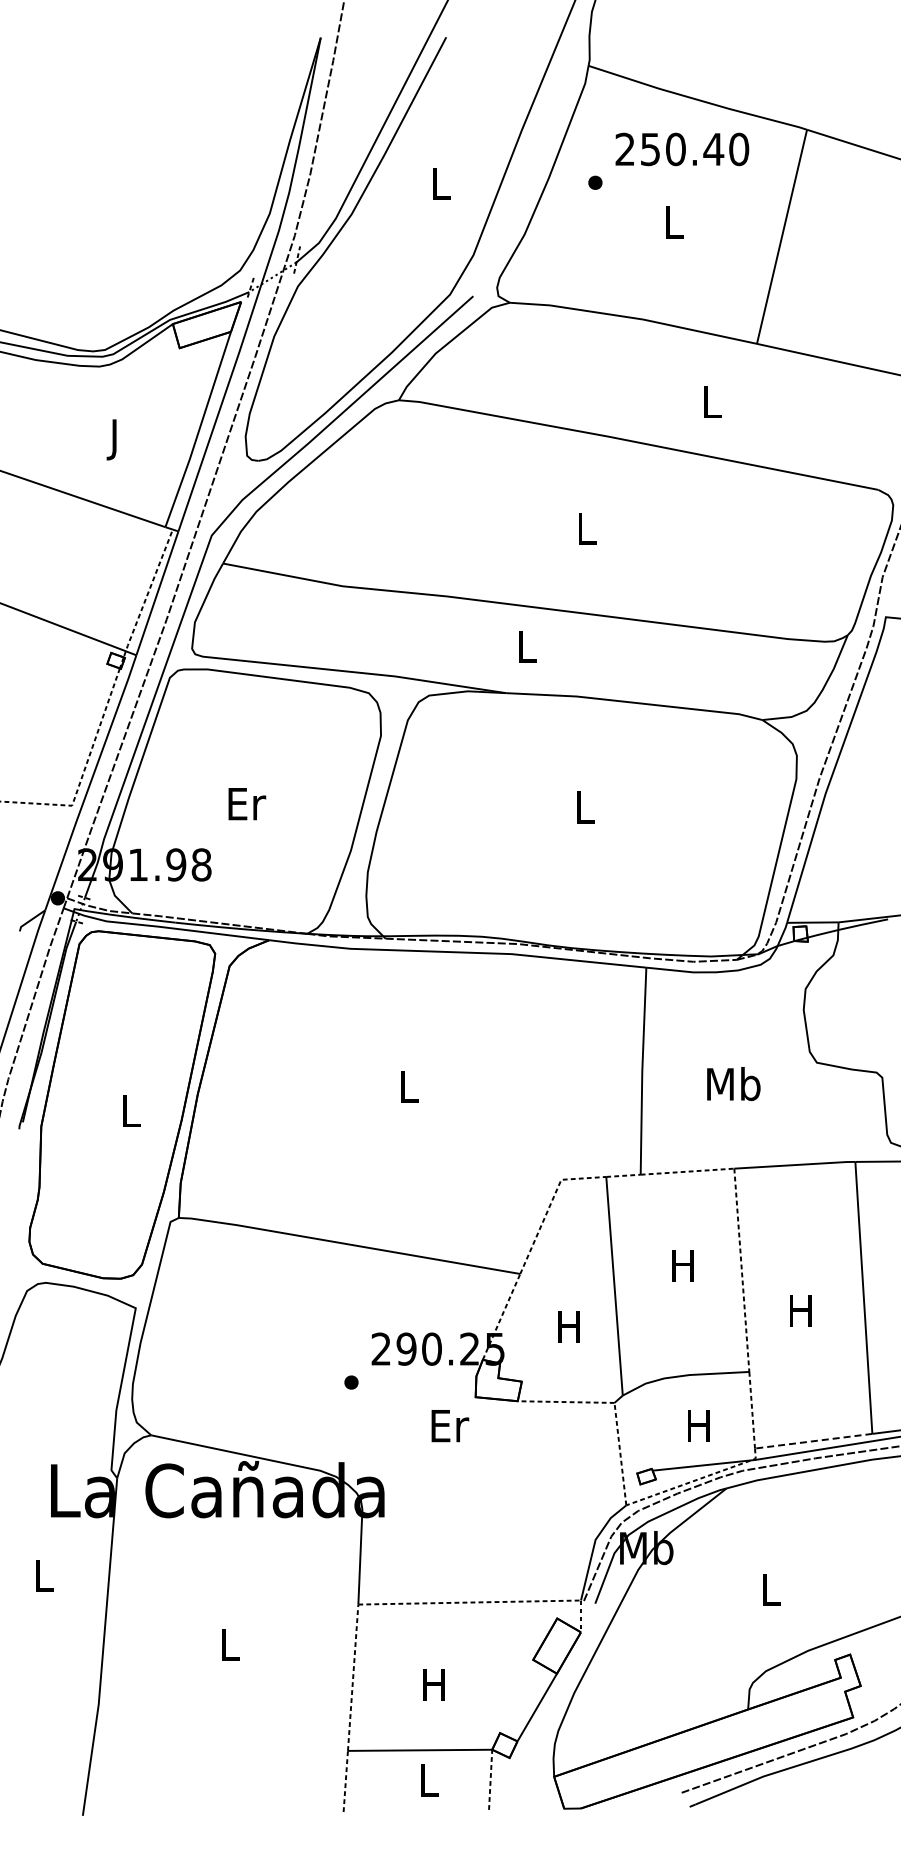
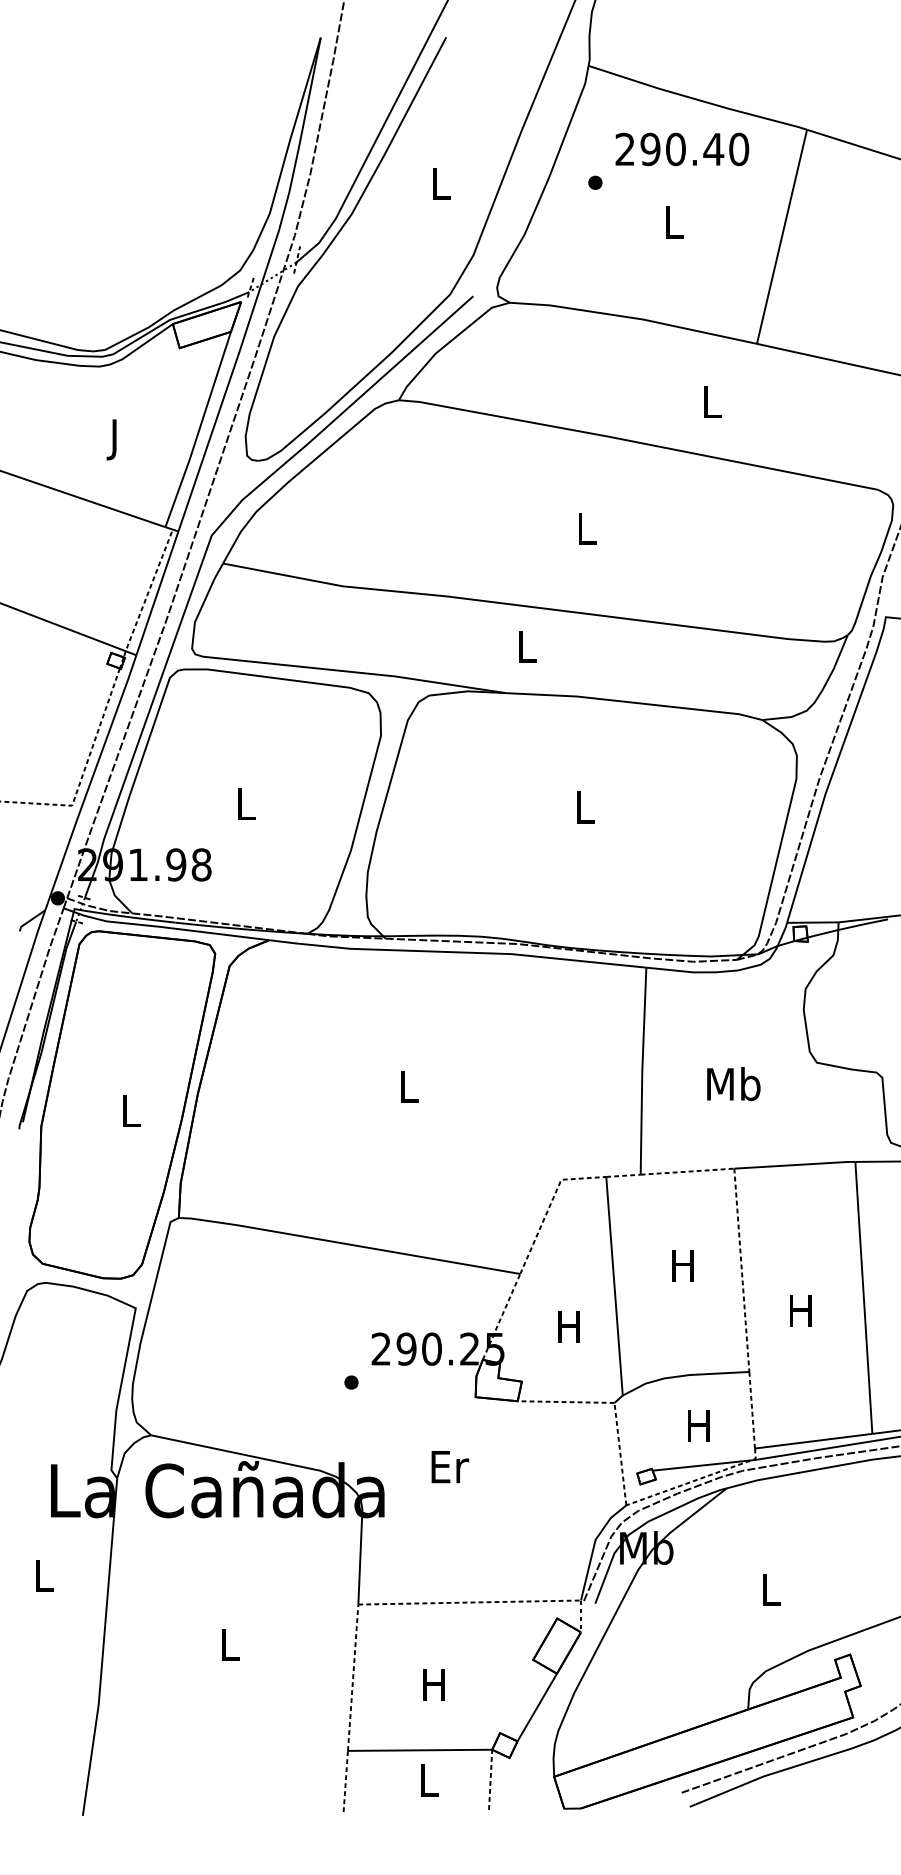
text at (650, 148): 250.40 -> 290.40
text at (247, 804): Er -> L
text at (450, 1426) position: (450, 1426) -> (450, 1467)
line at (813, 1441): dashed -> solid
